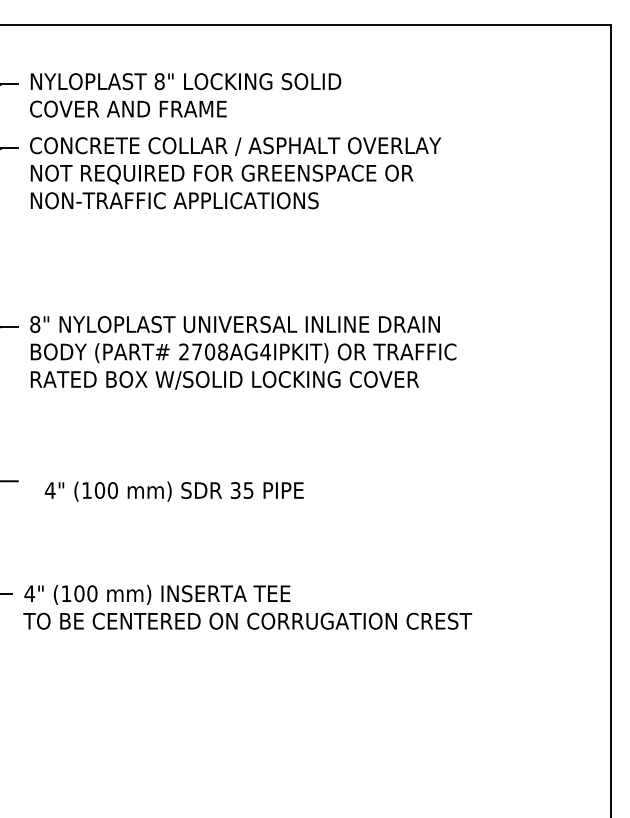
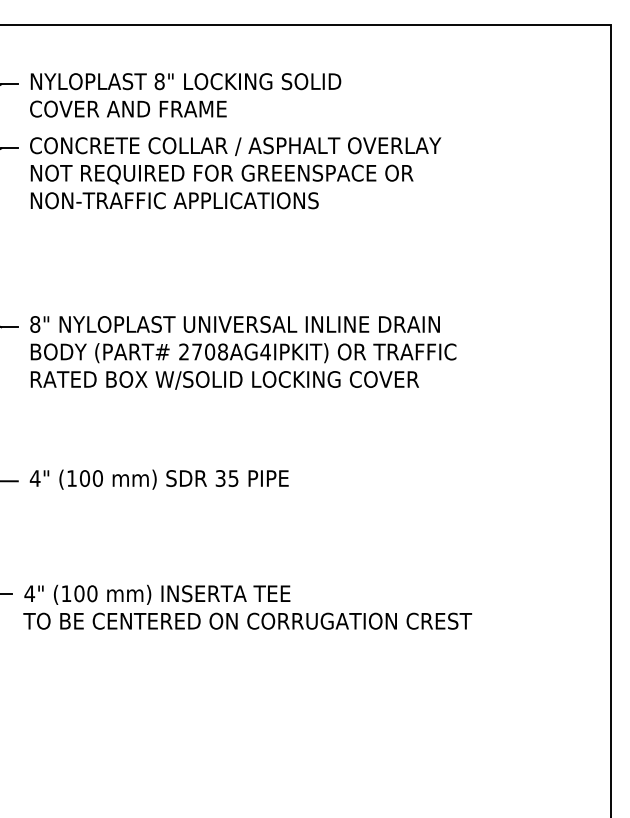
text at (173, 491) position: (173, 491) -> (158, 479)
